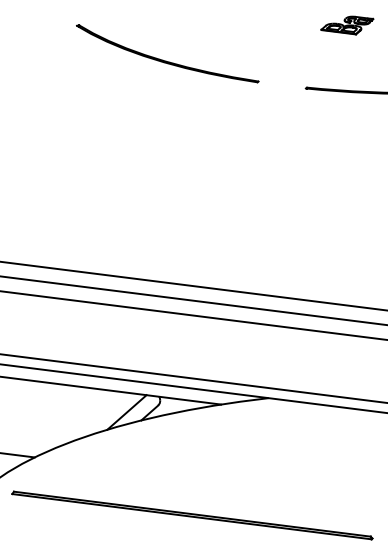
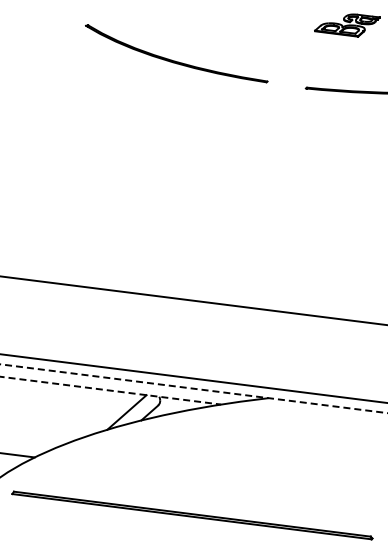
part at (347, 25) size: 55x21 px -> 67x25 px
part at (166, 60) position: (166, 60) -> (175, 60)
line at (193, 286): present -> none
line at (193, 315): present -> none
line at (194, 388): solid -> dashed
line at (111, 390): solid -> dashed
